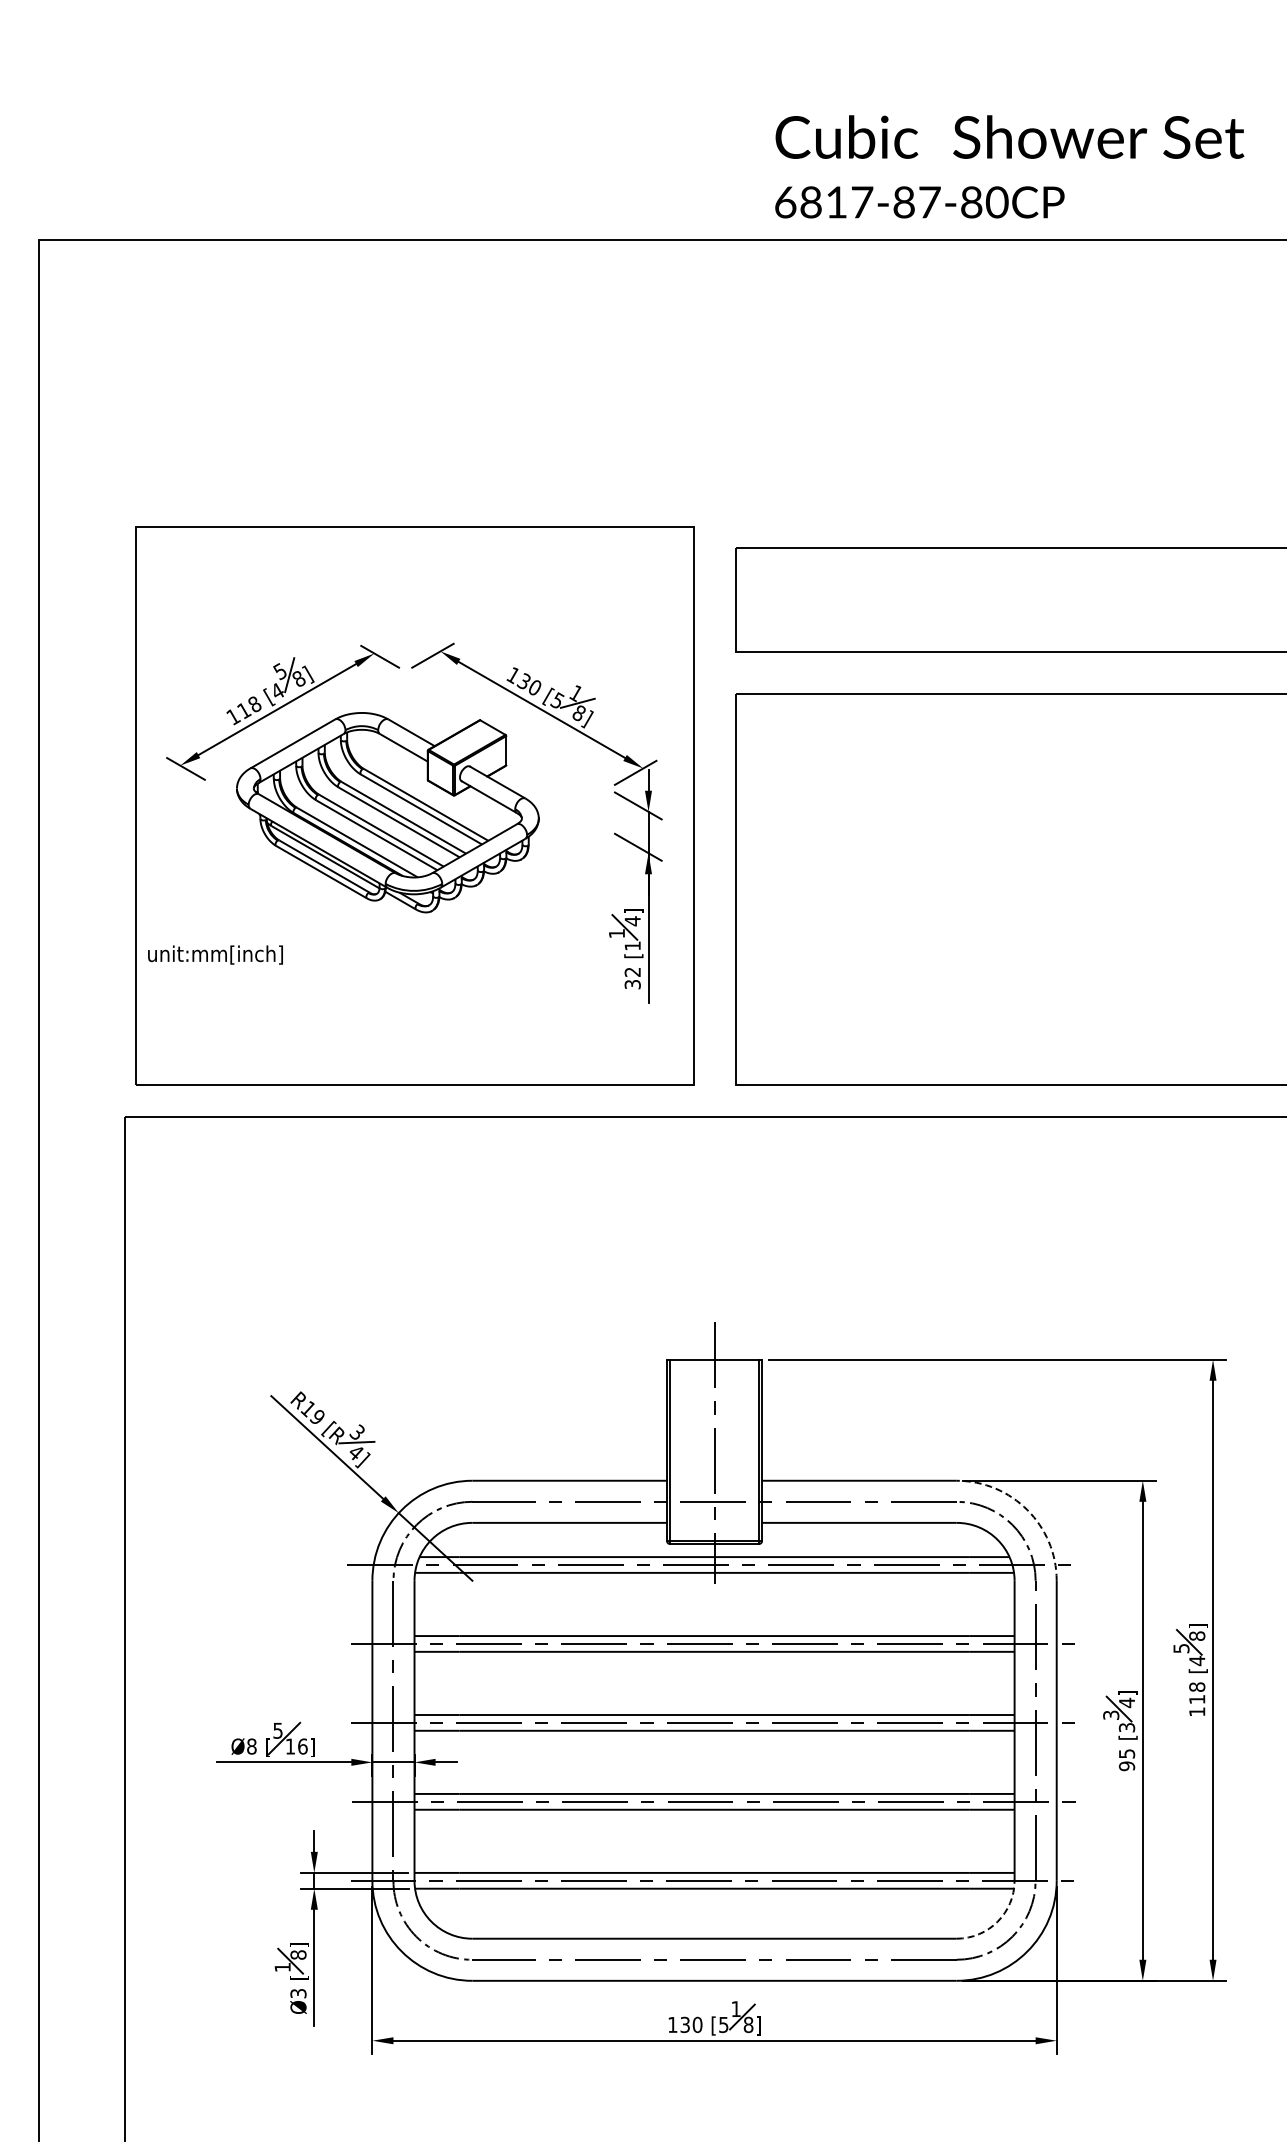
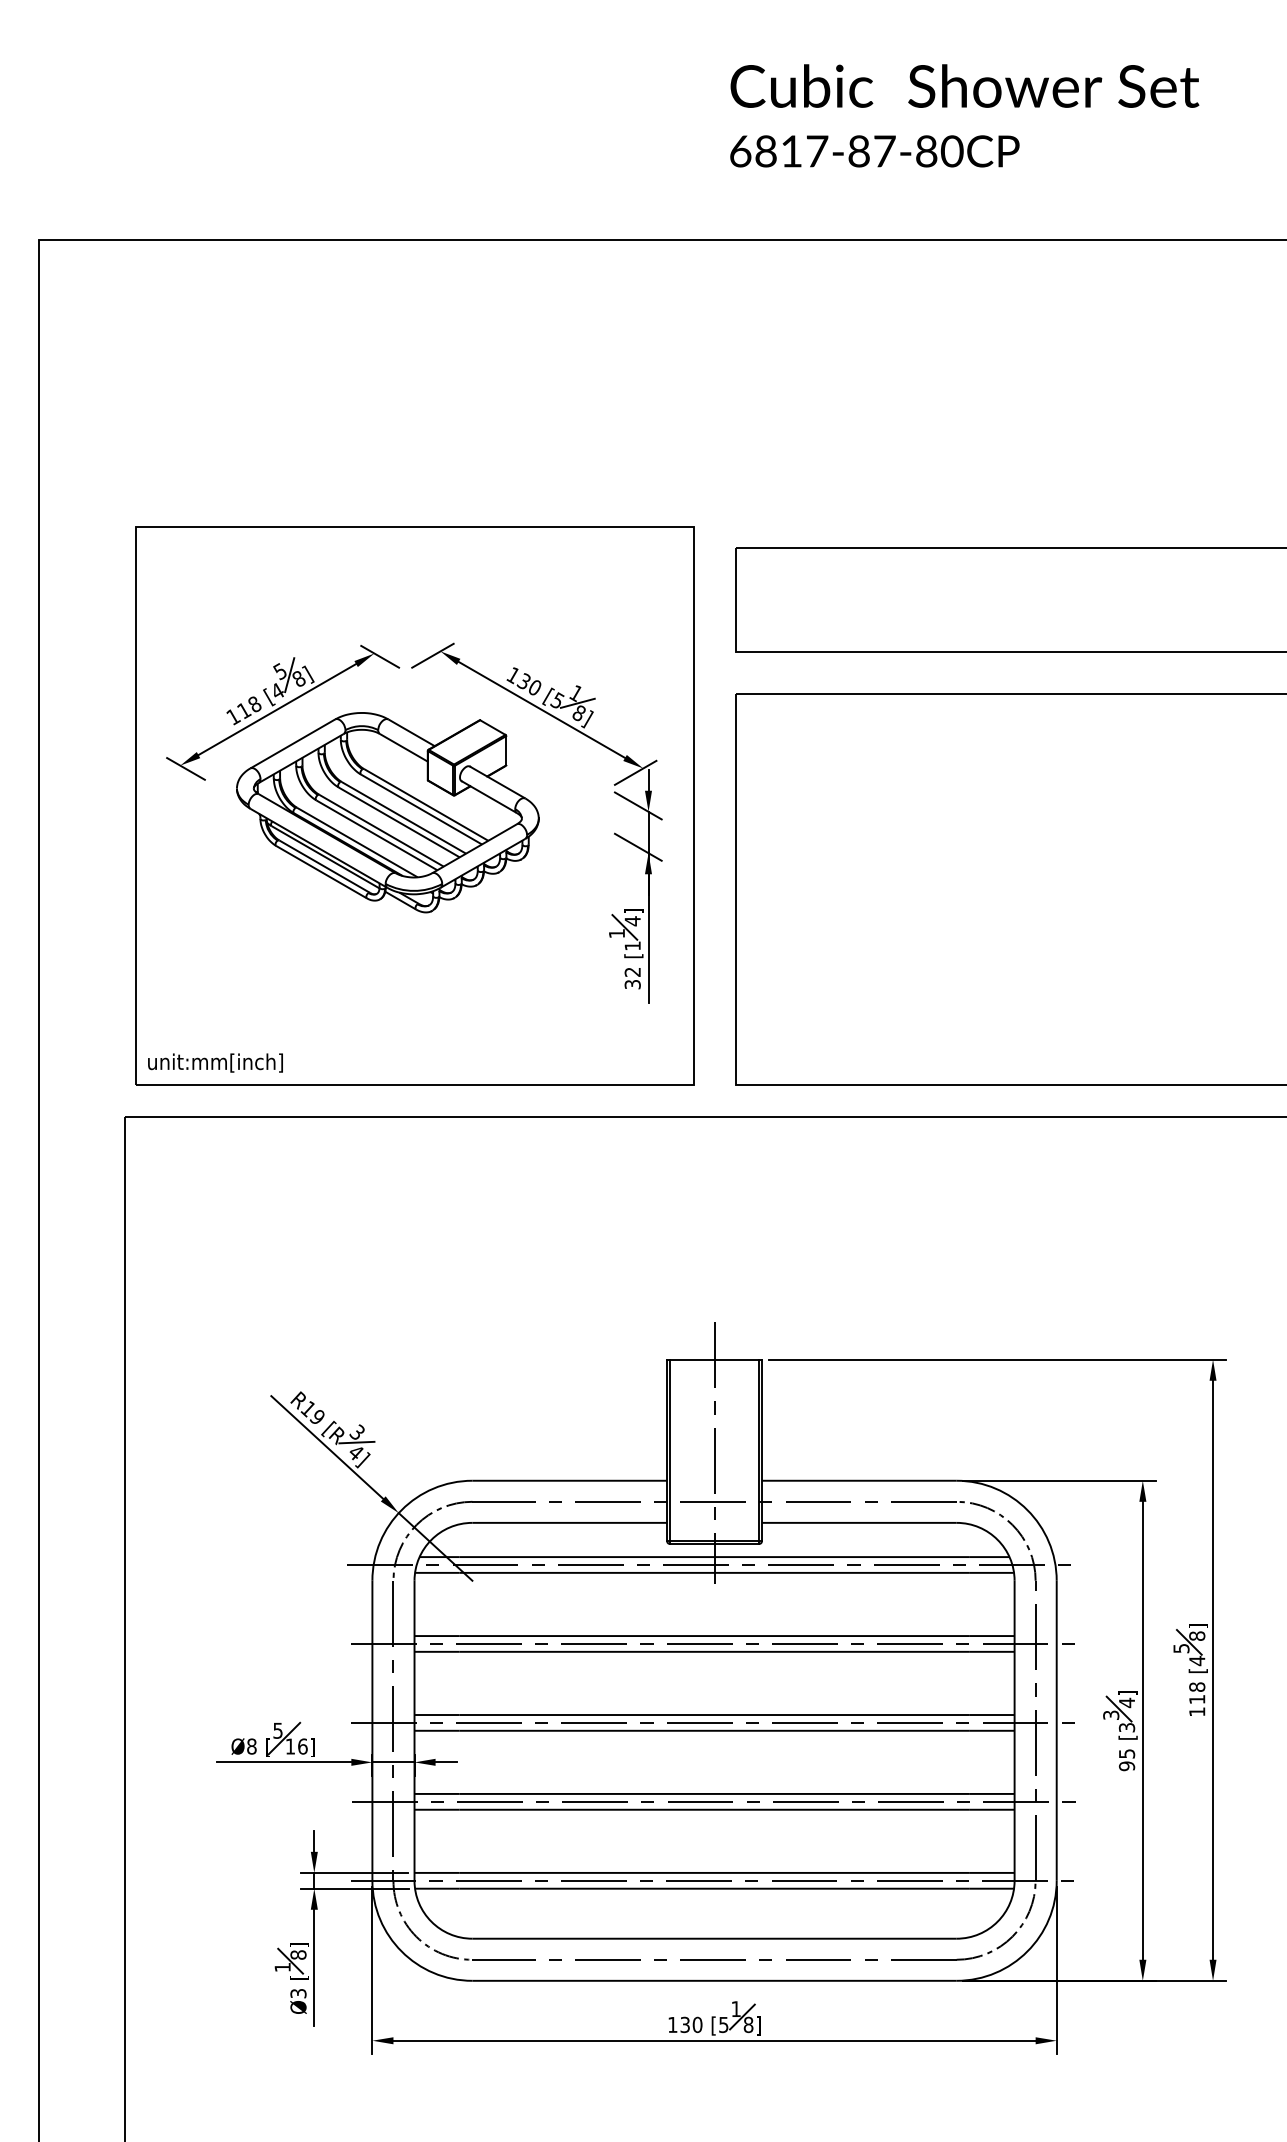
text at (1009, 166) position: (1009, 166) -> (964, 115)
text at (215, 954) position: (215, 954) -> (215, 1062)
arc at (1027, 1510): dashed -> solid
arc at (997, 1921): dashed -> solid
